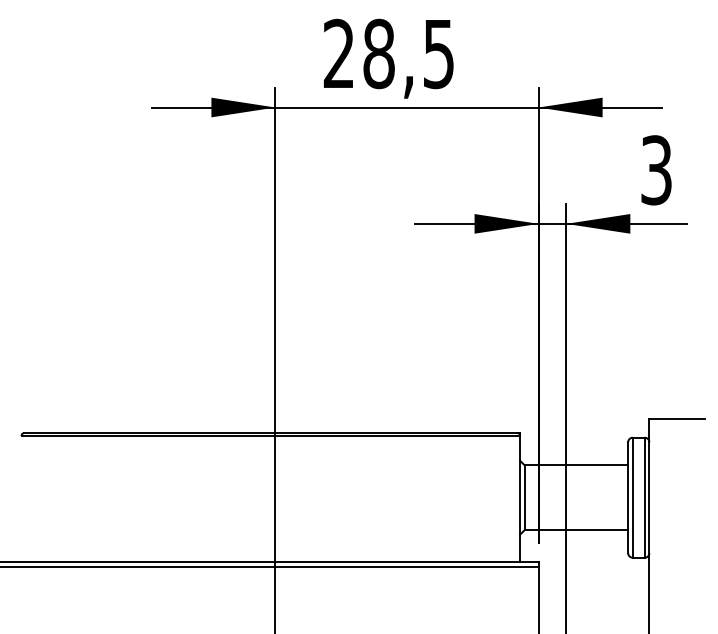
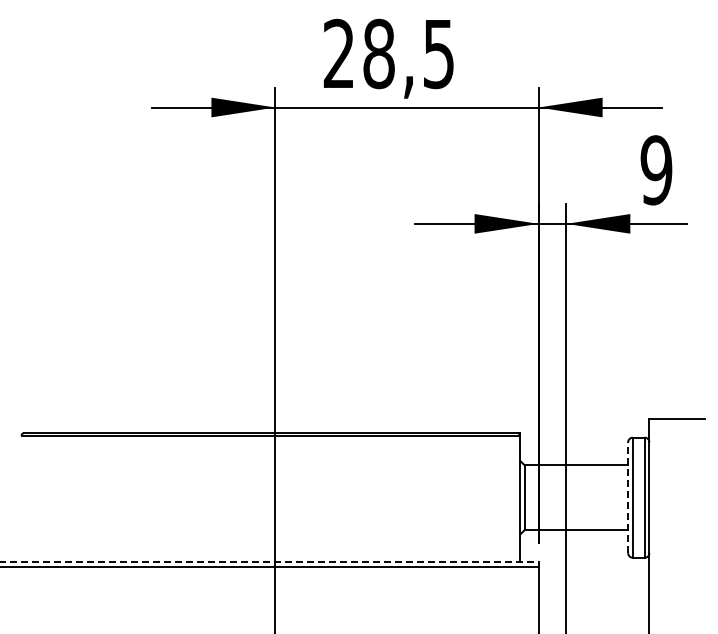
text at (656, 170): 3 -> 9
line at (628, 497): solid -> dashed
line at (269, 562): solid -> dashed
